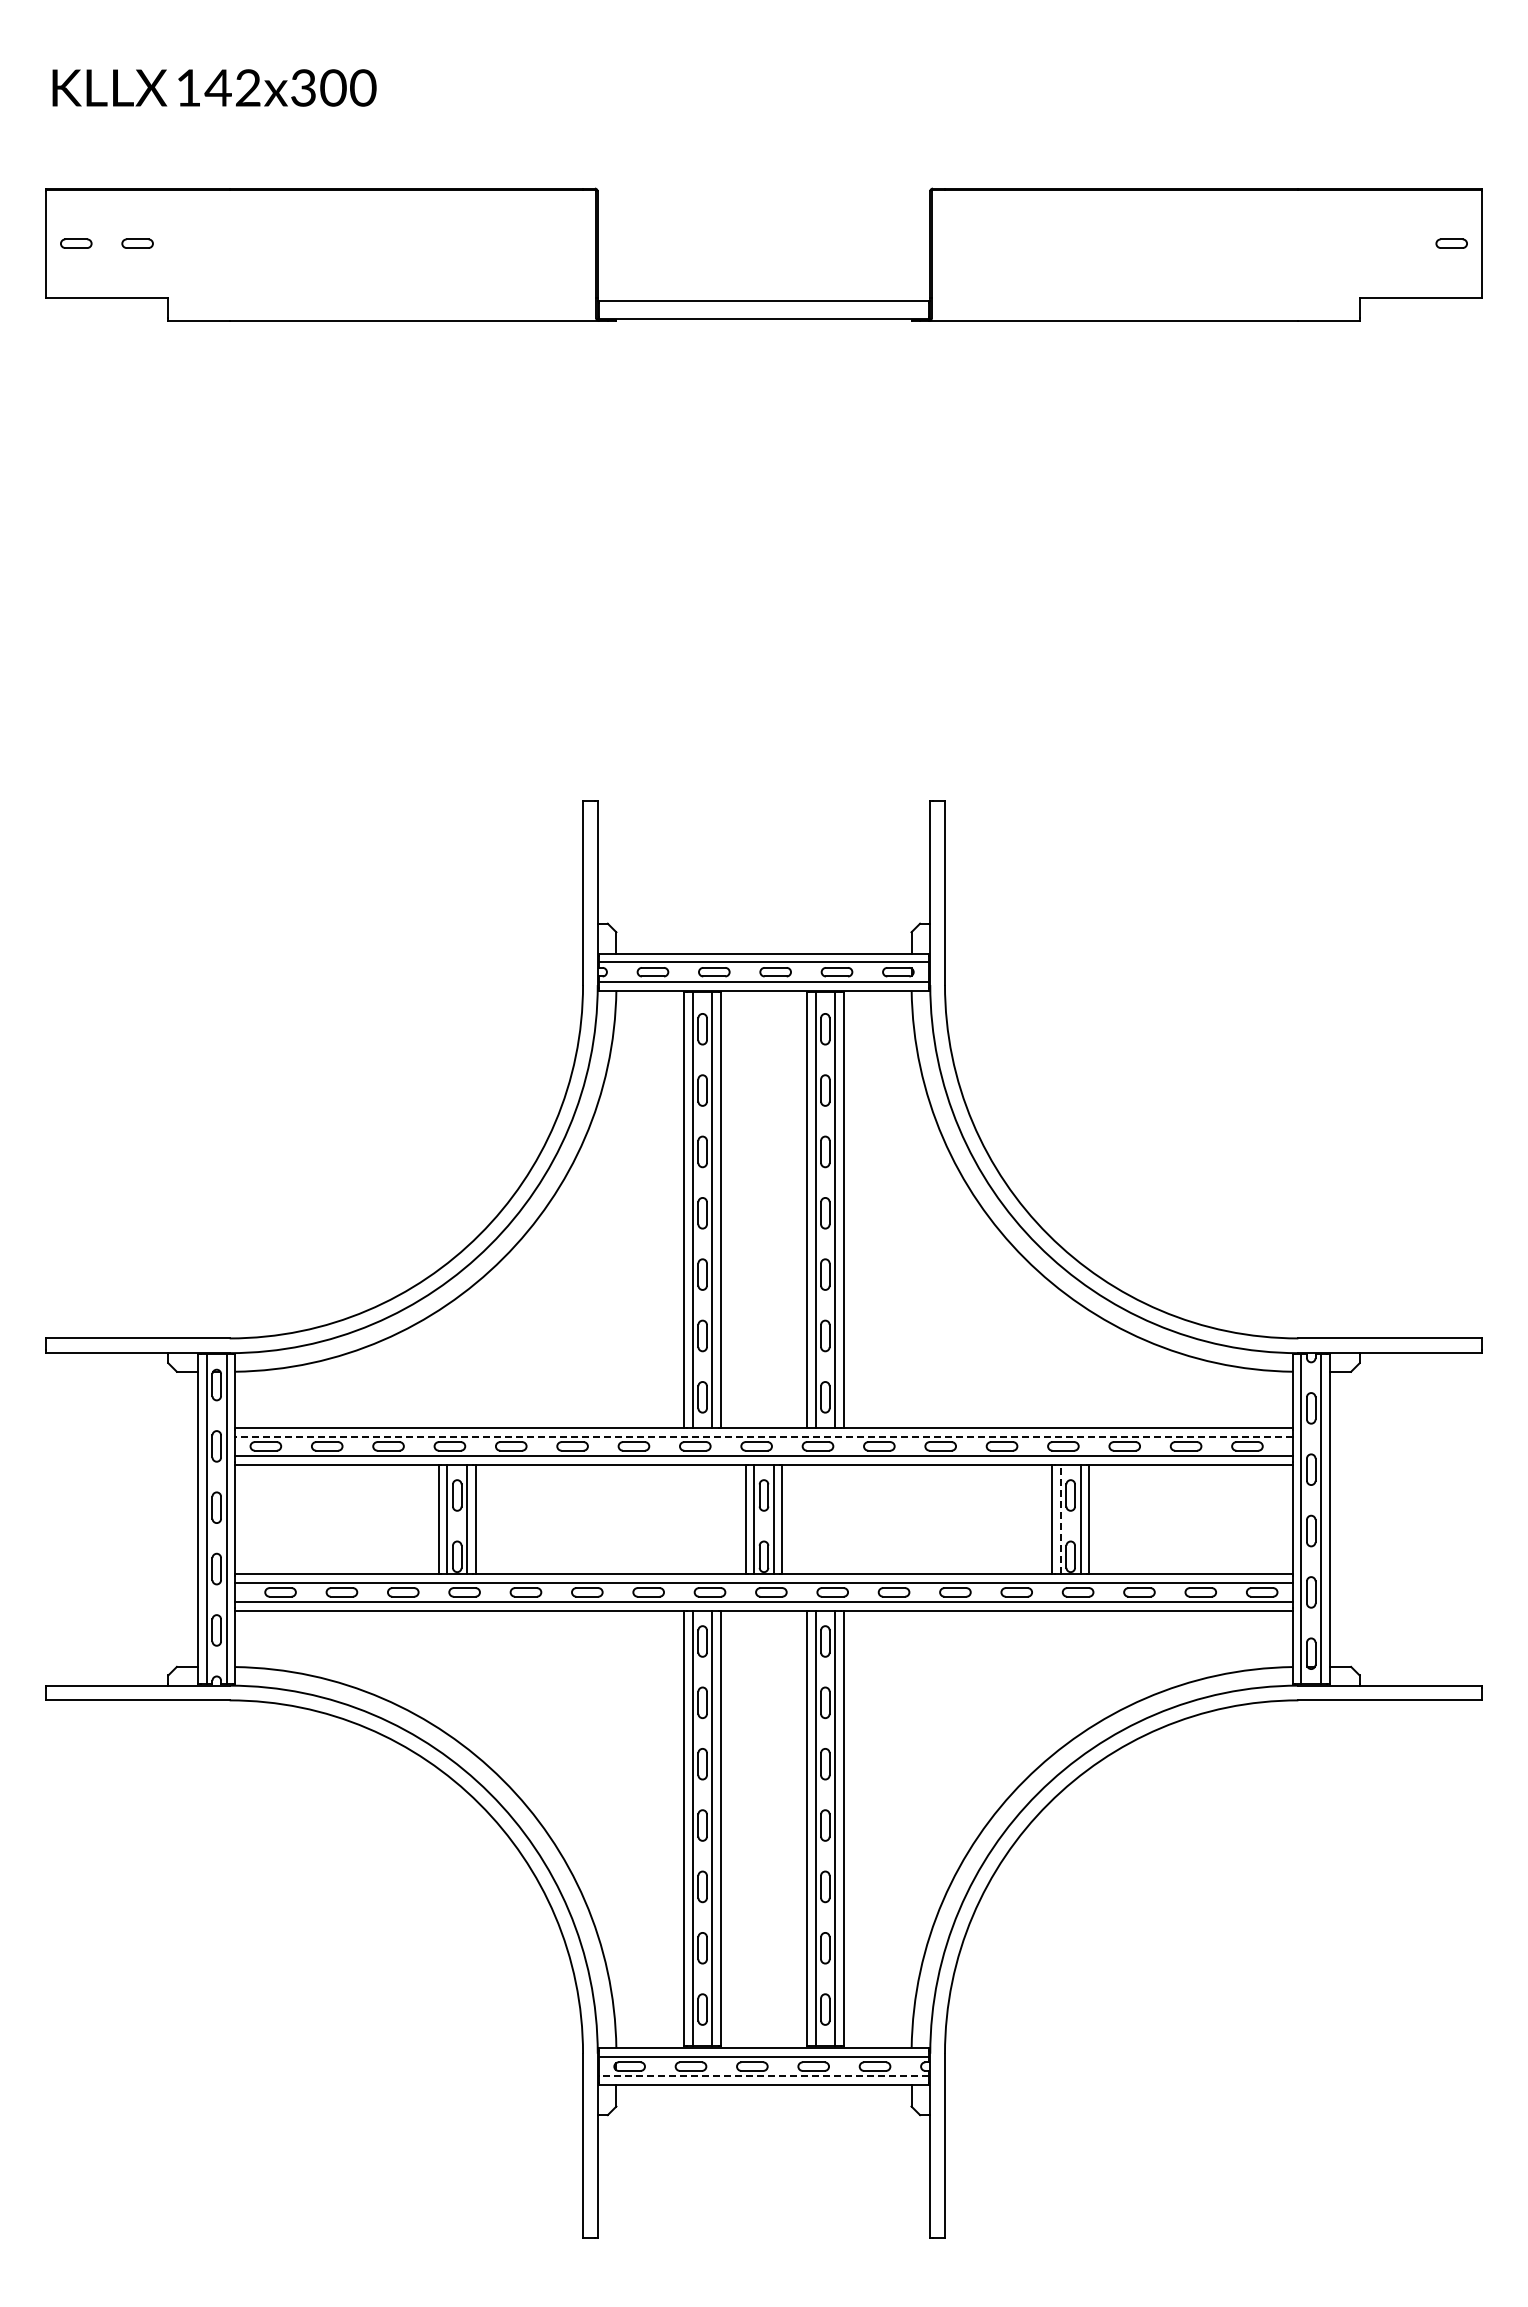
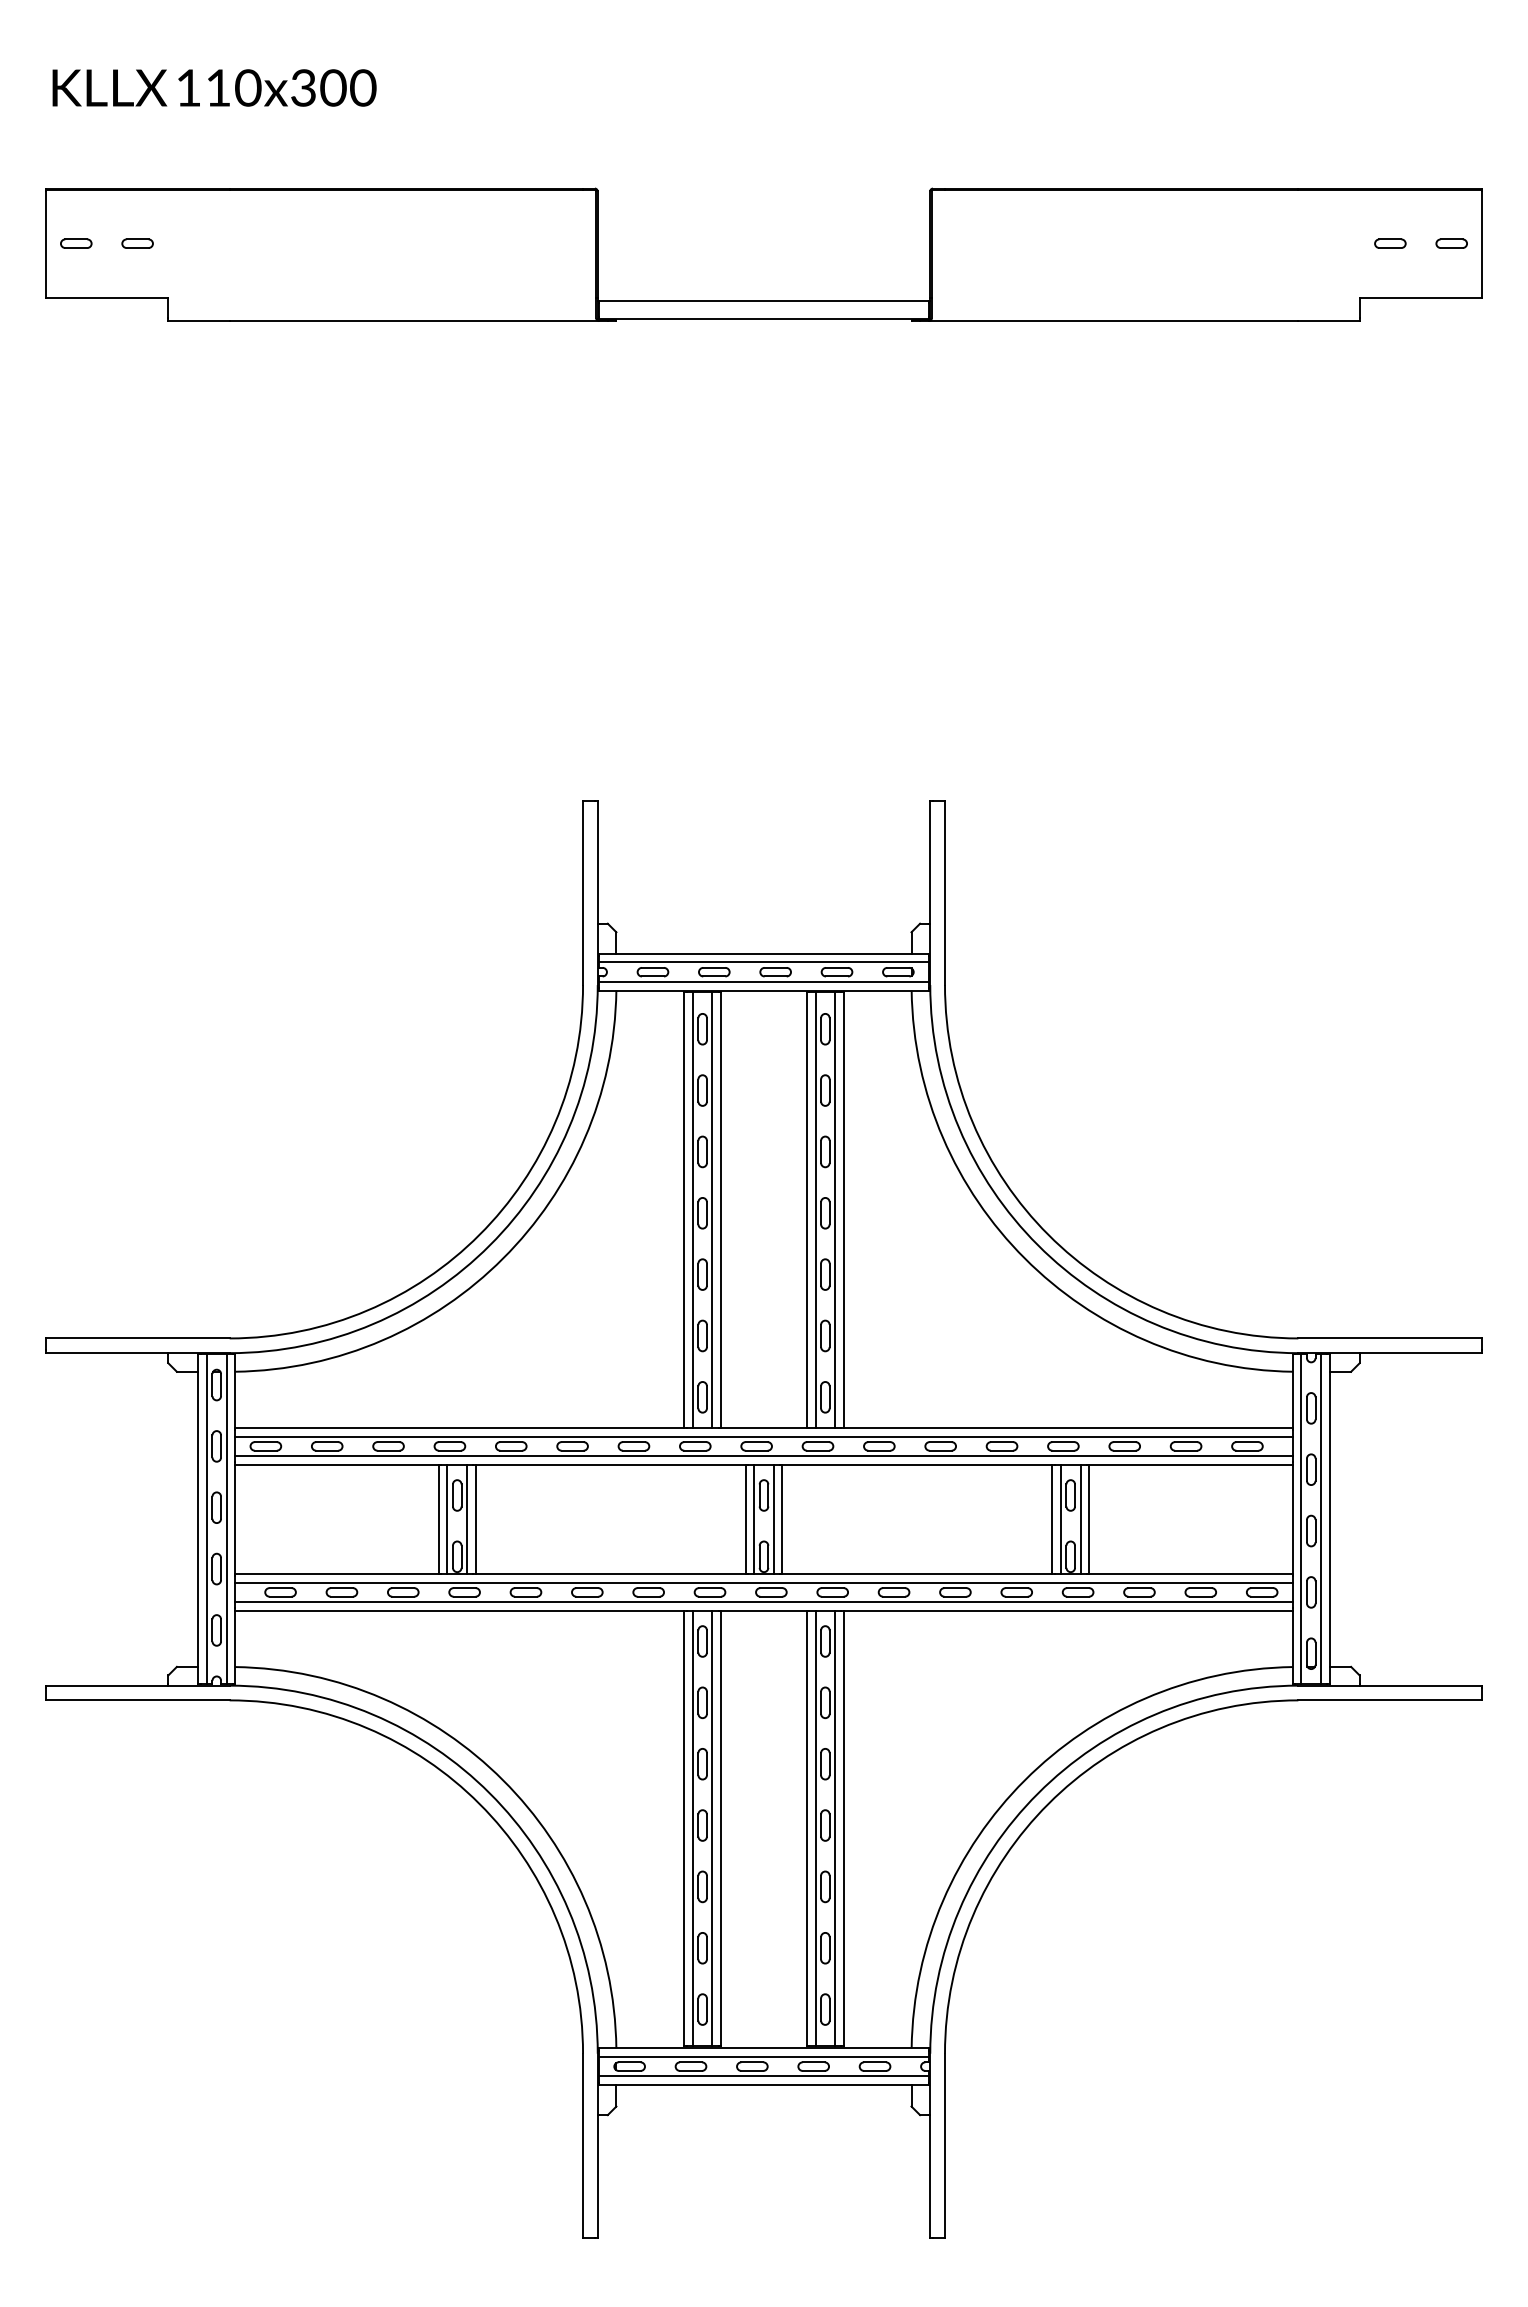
text at (232, 87): 142x300 -> 110x300
part at (1390, 243): none -> present
line at (764, 1436): dashed -> solid
line at (1060, 1519): dashed -> solid
line at (763, 2076): dashed -> solid
